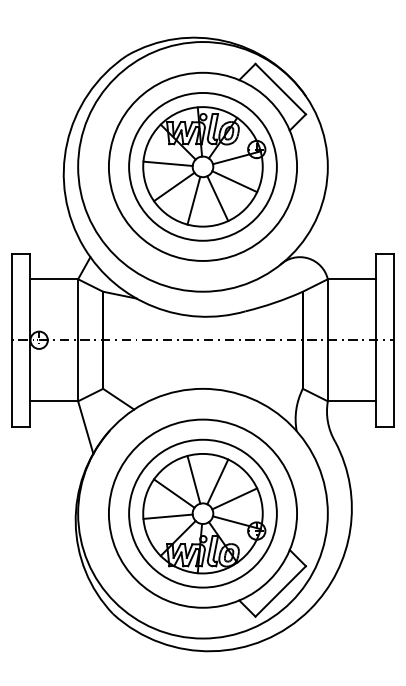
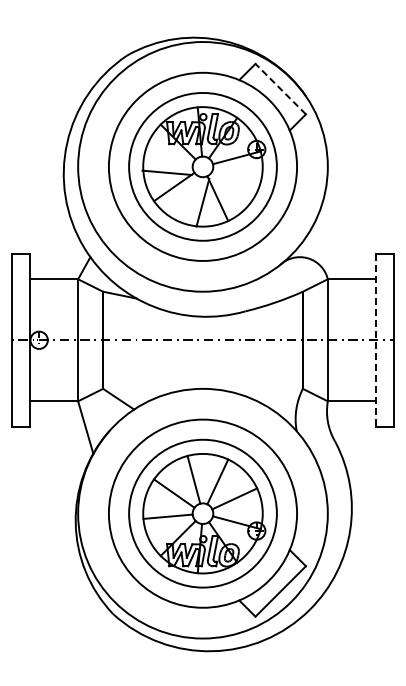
line at (280, 89): solid -> dashed
line at (167, 163) position: (167, 163) -> (166, 172)
line at (234, 181): present -> none
line at (193, 200) position: (193, 200) -> (202, 202)
line at (376, 340): solid -> dashed
